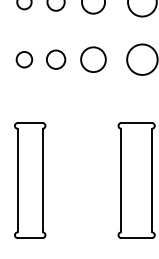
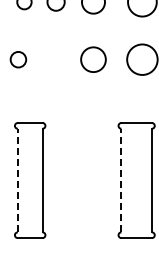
circle at (24, 59) position: (24, 59) -> (18, 59)
circle at (56, 59): present -> none
line at (17, 180): solid -> dashed
line at (121, 180): solid -> dashed
